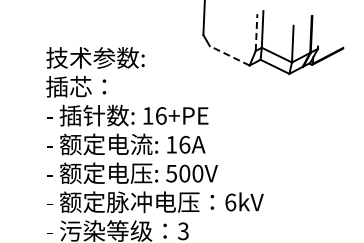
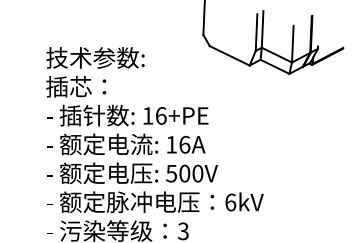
line at (256, 32): dashed -> solid
line at (229, 55): dashed -> solid
